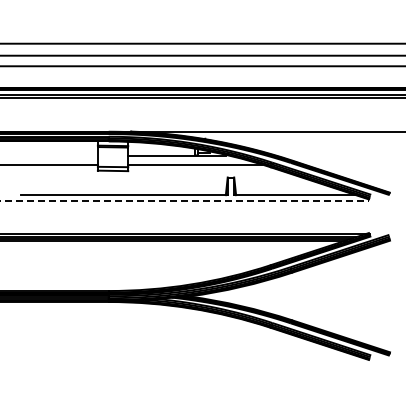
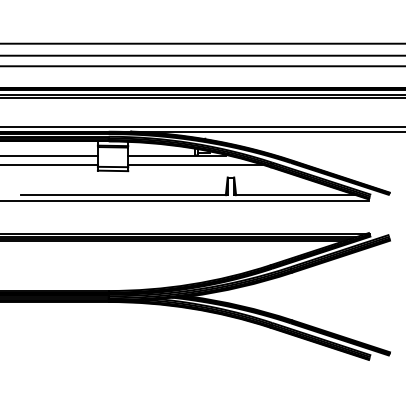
line at (202, 126): none -> present
line at (49, 156): none -> present
line at (185, 200): dashed -> solid
